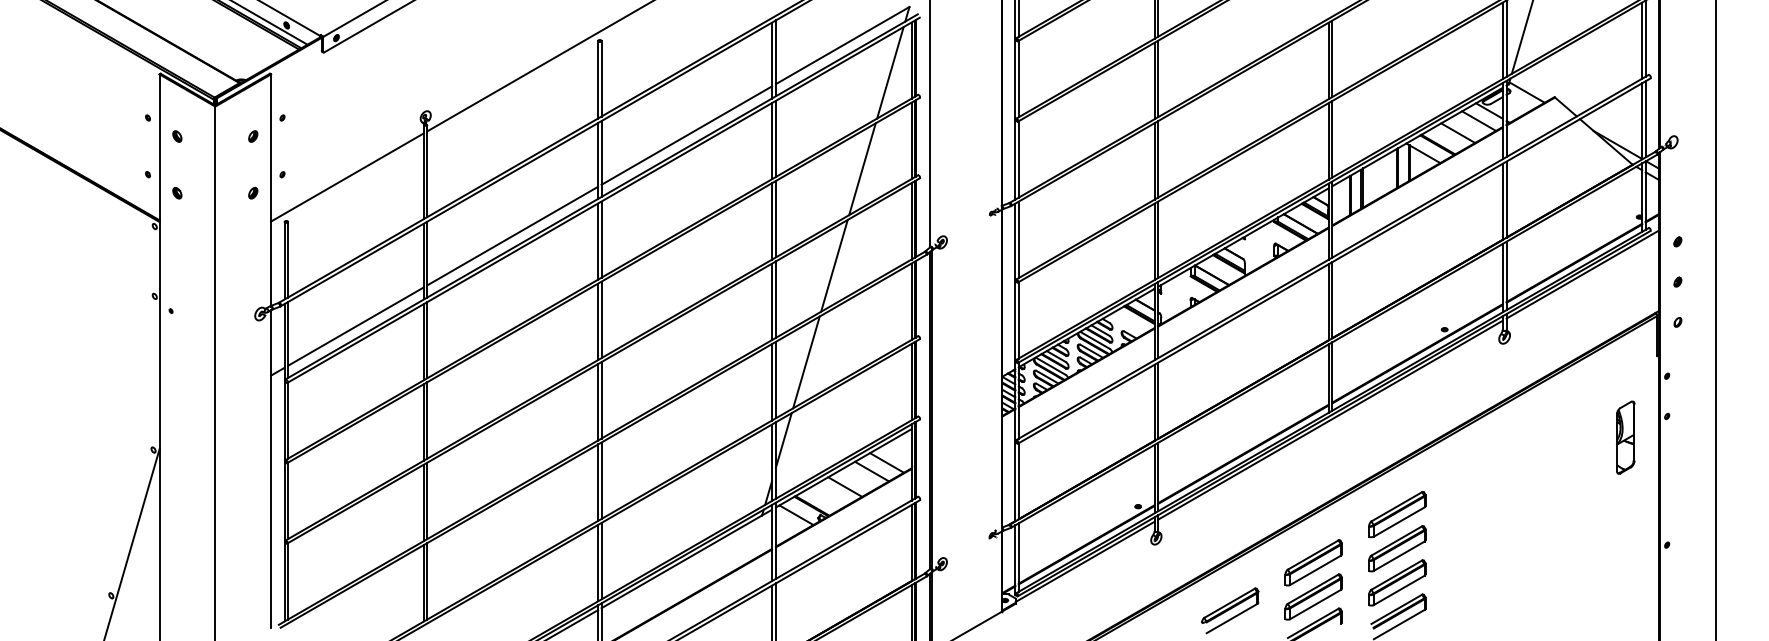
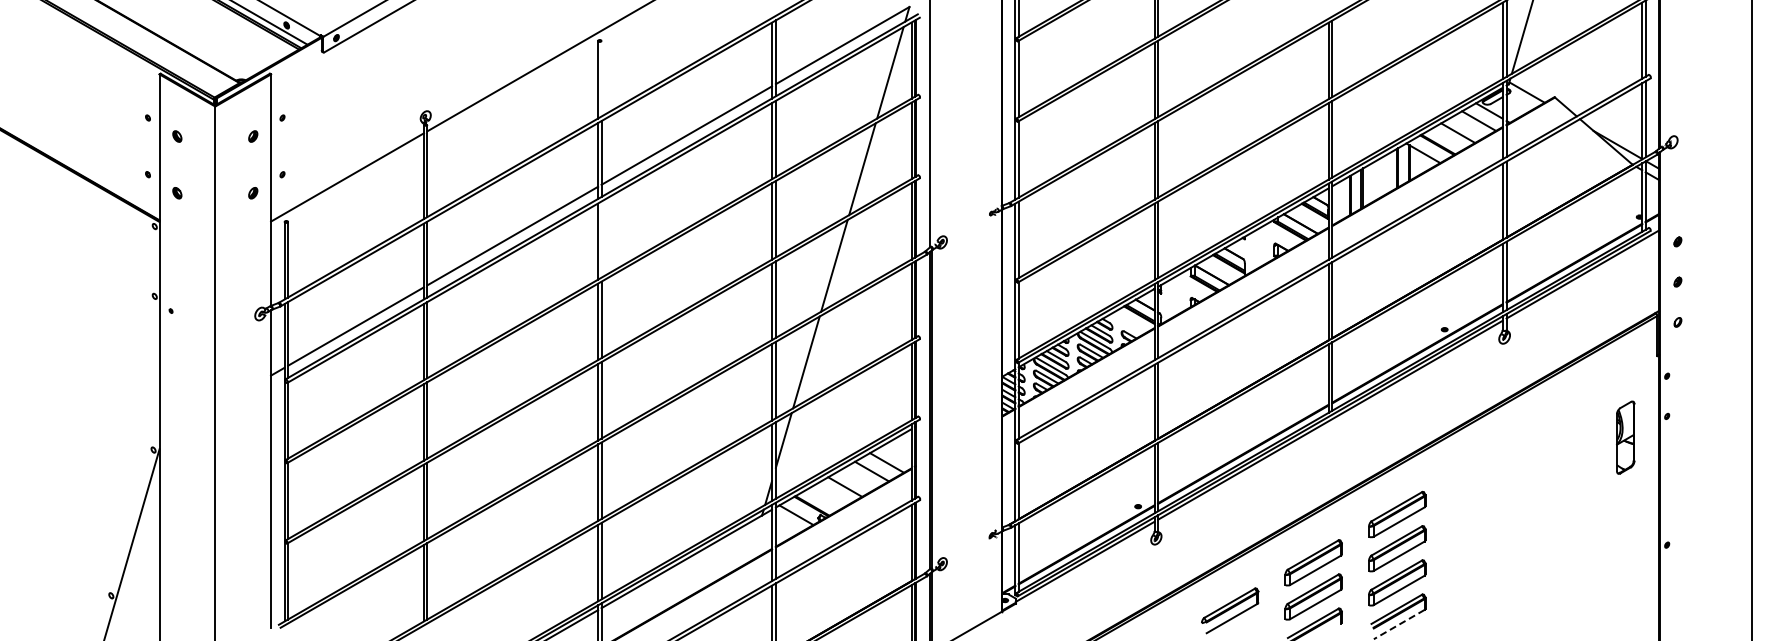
line at (601, 78): present -> none
line at (601, 239): present -> none
line at (1715, 319) position: (1715, 319) -> (1751, 319)
line at (1398, 624): solid -> dashed
